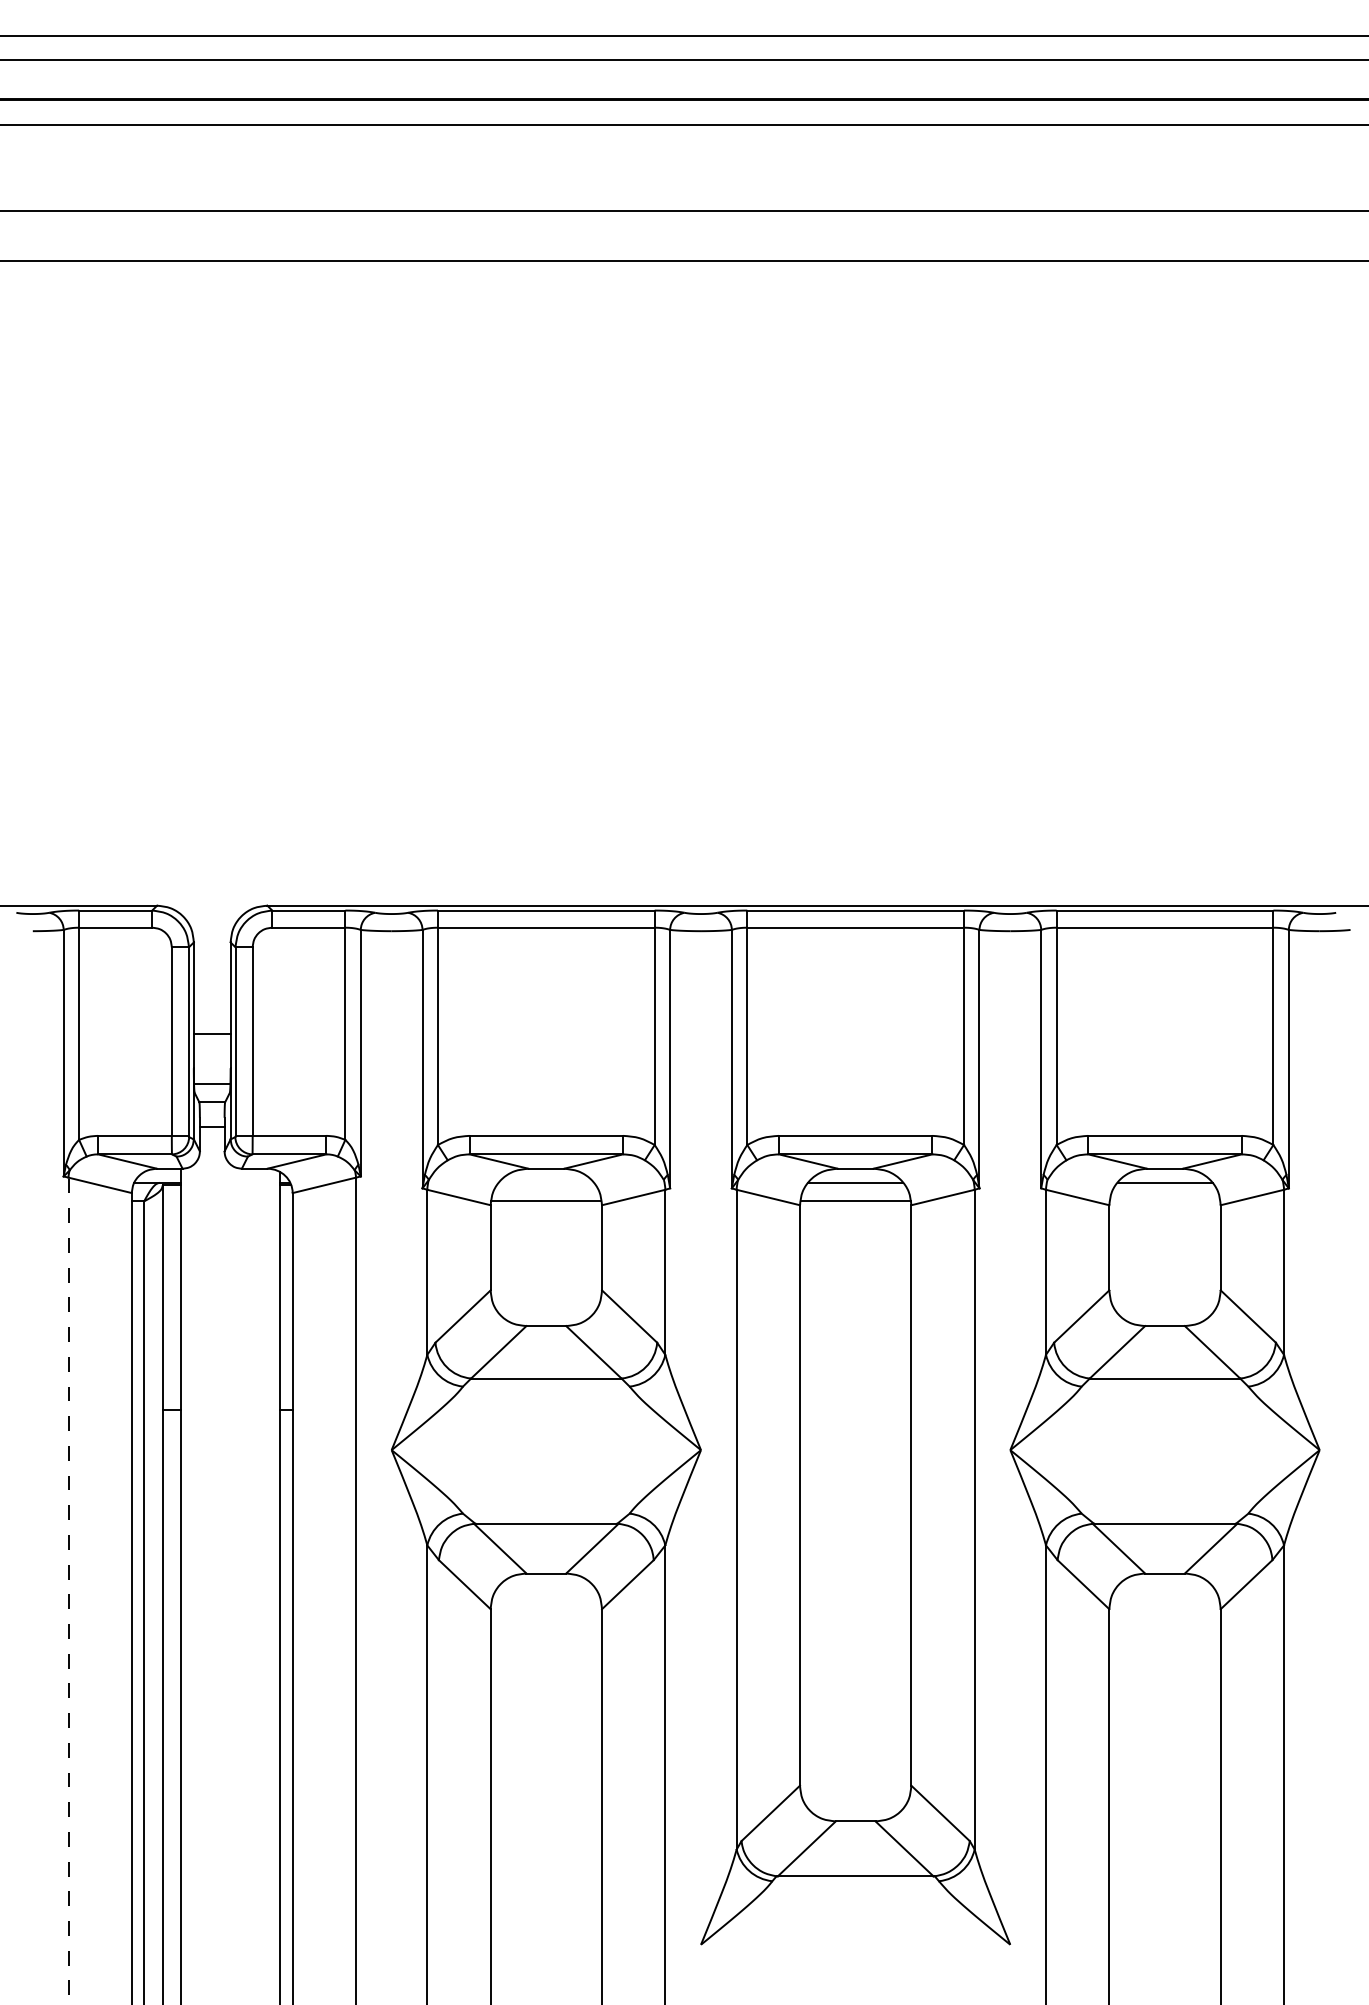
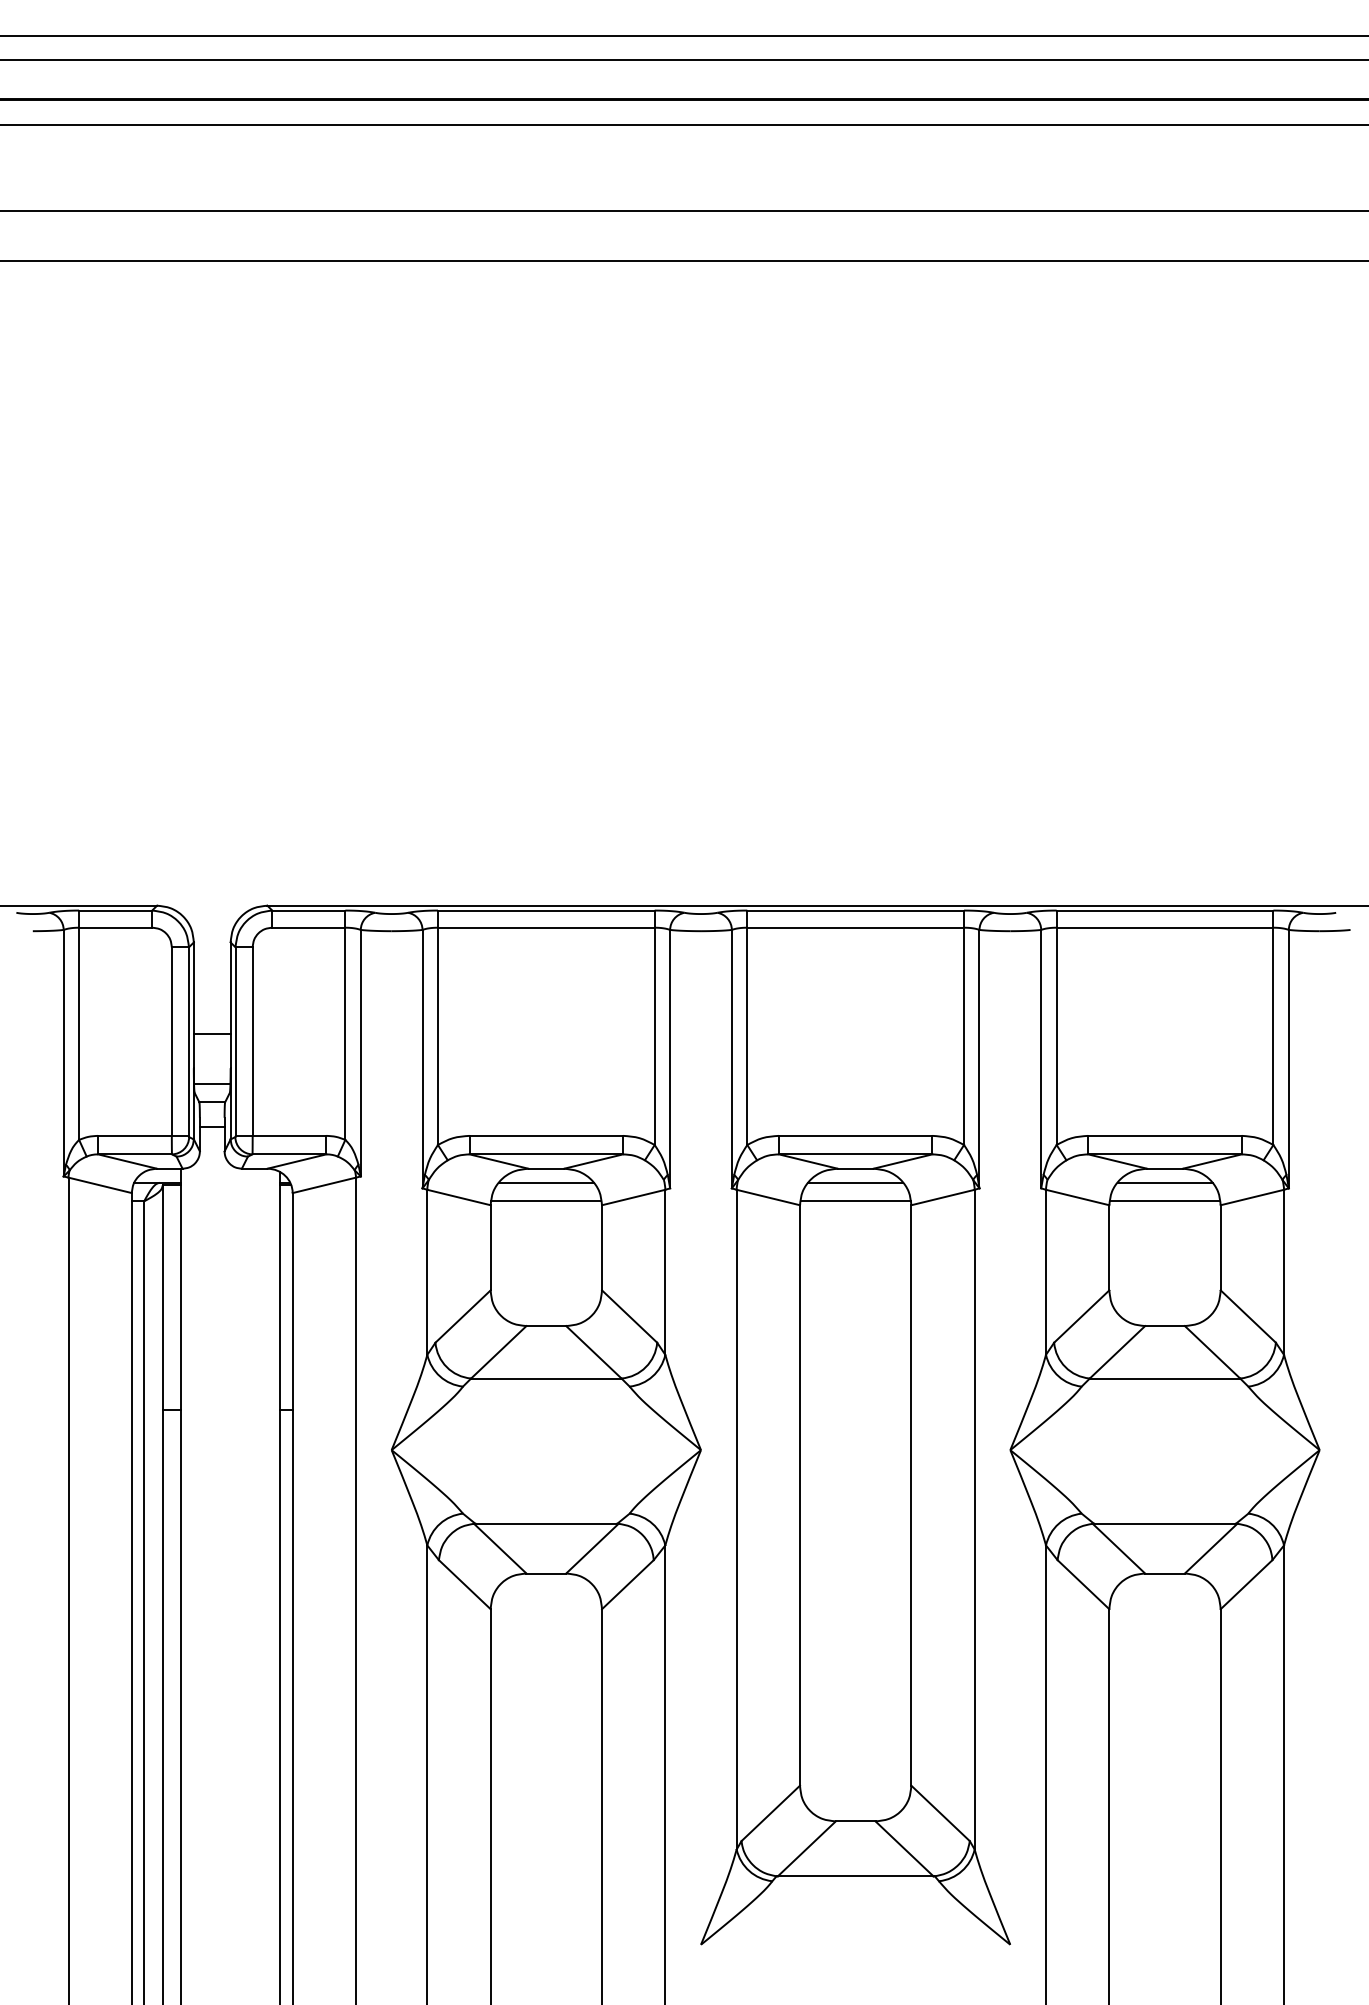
line at (545, 1182): none -> present
line at (1164, 1201): none -> present
line at (68, 1590): dashed -> solid
